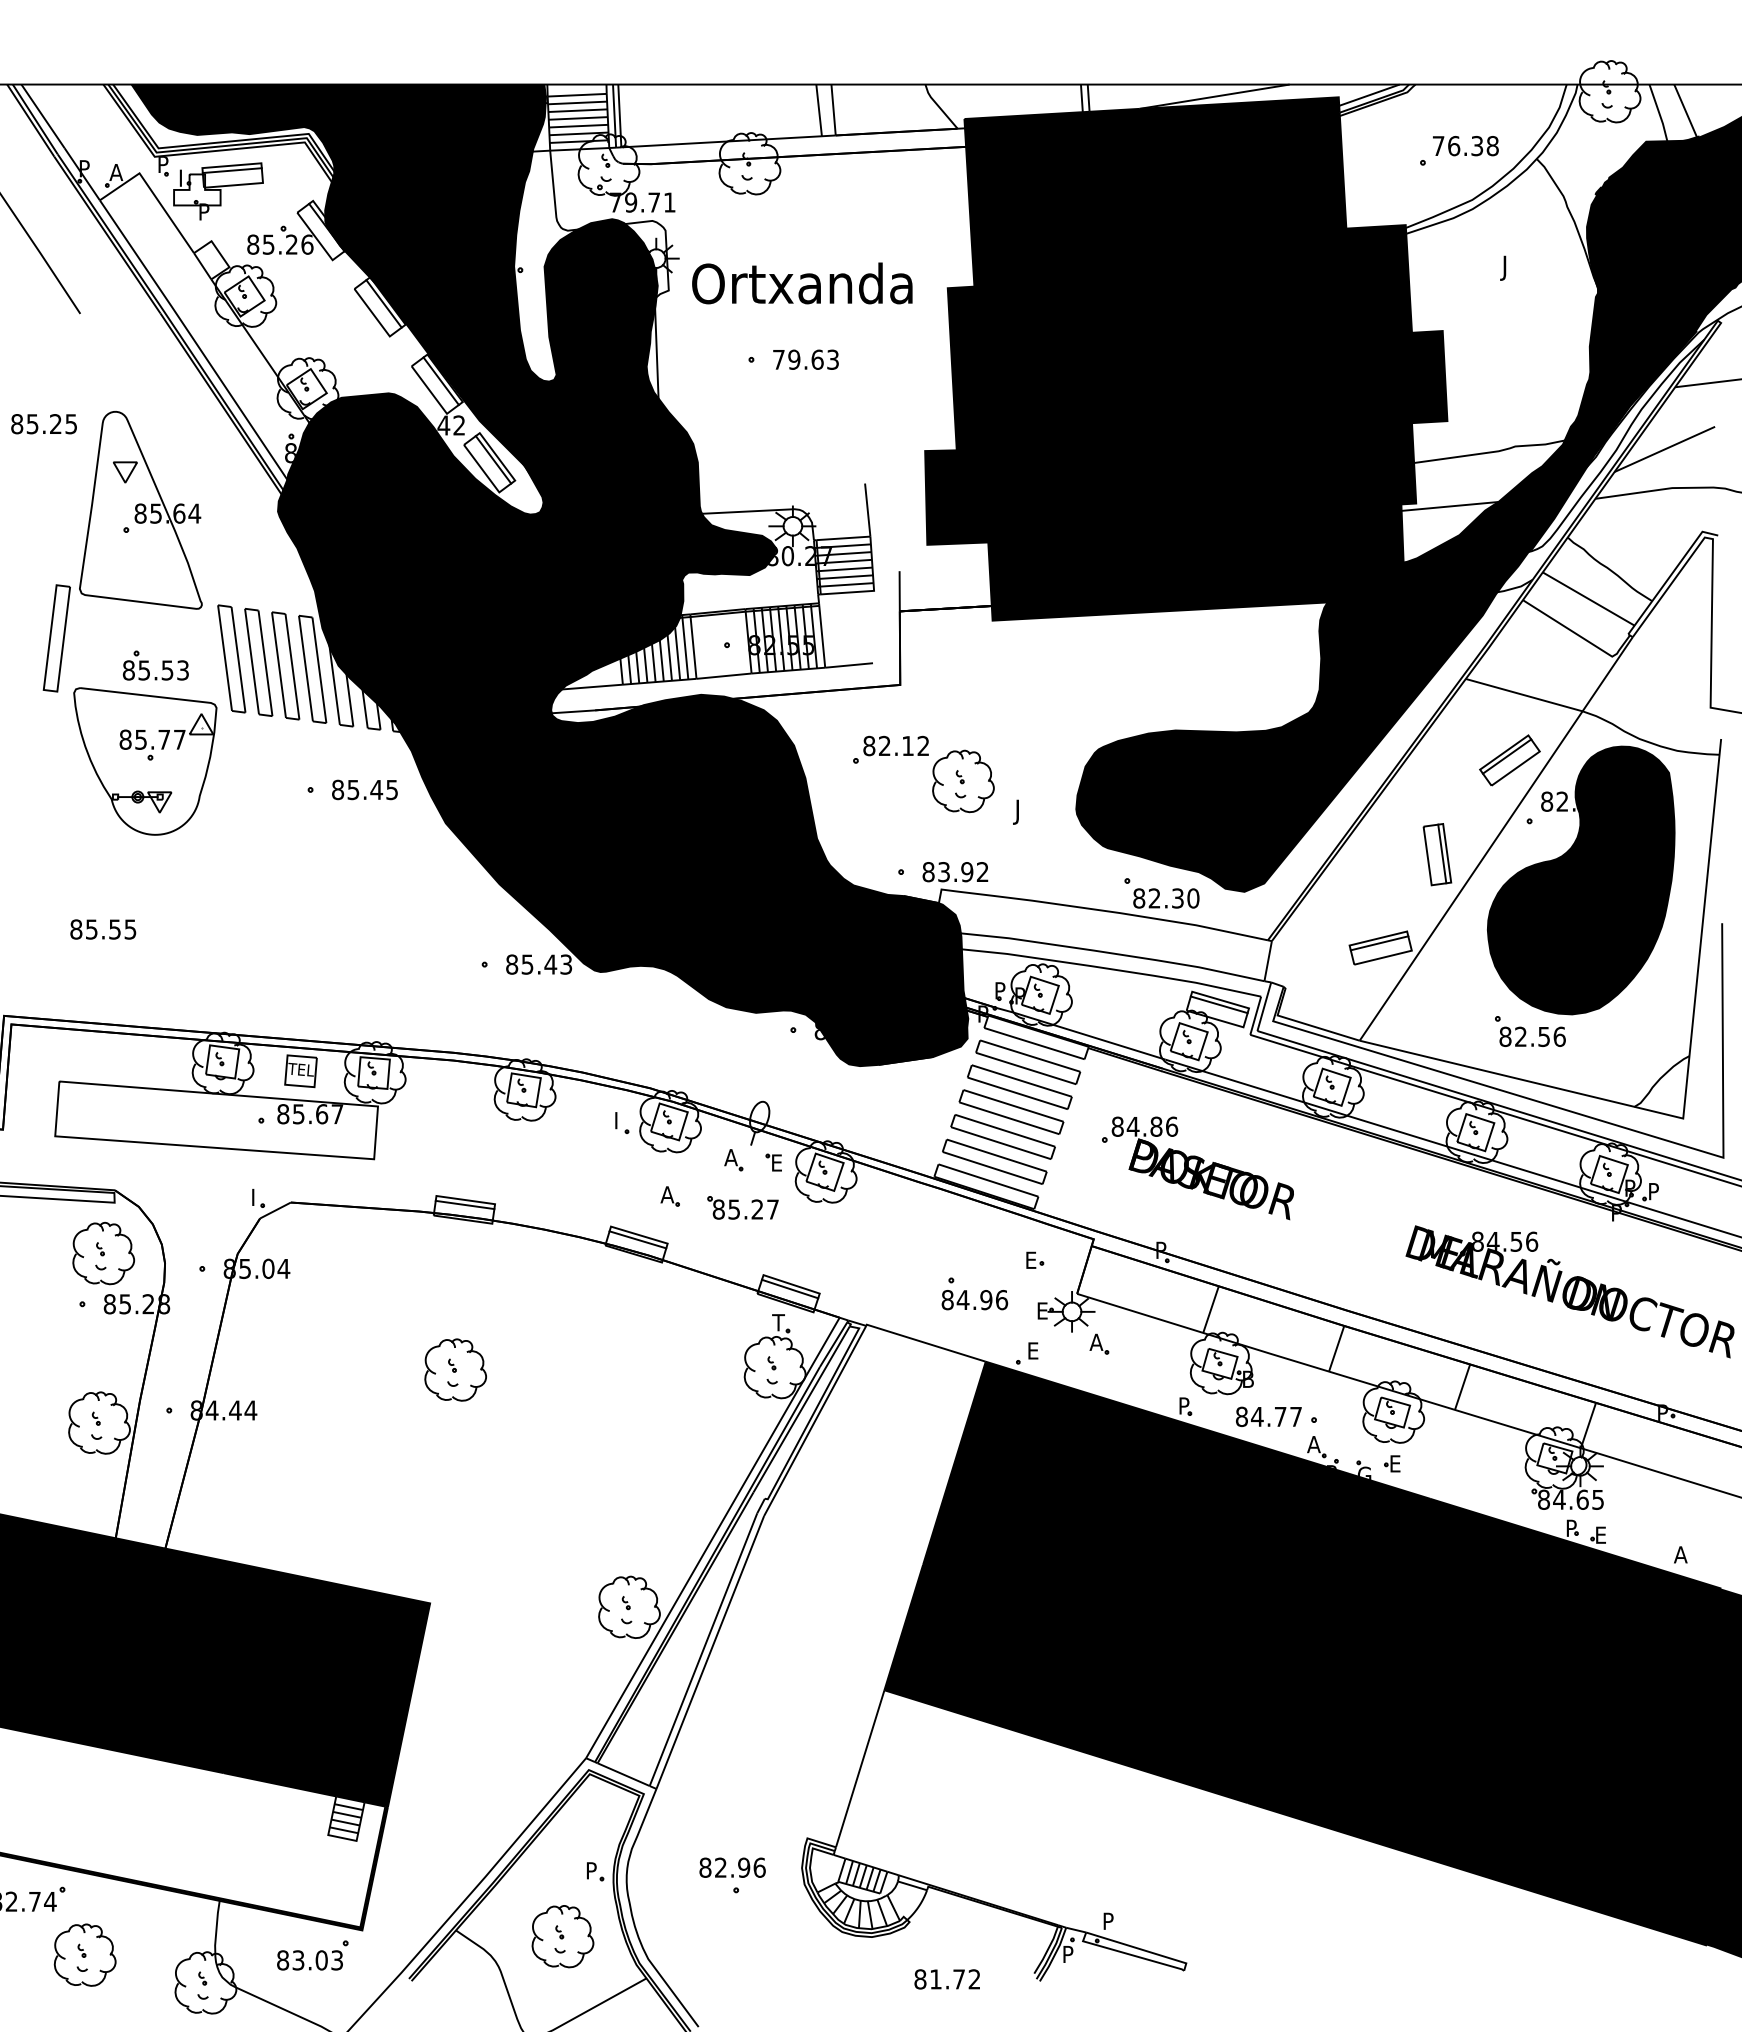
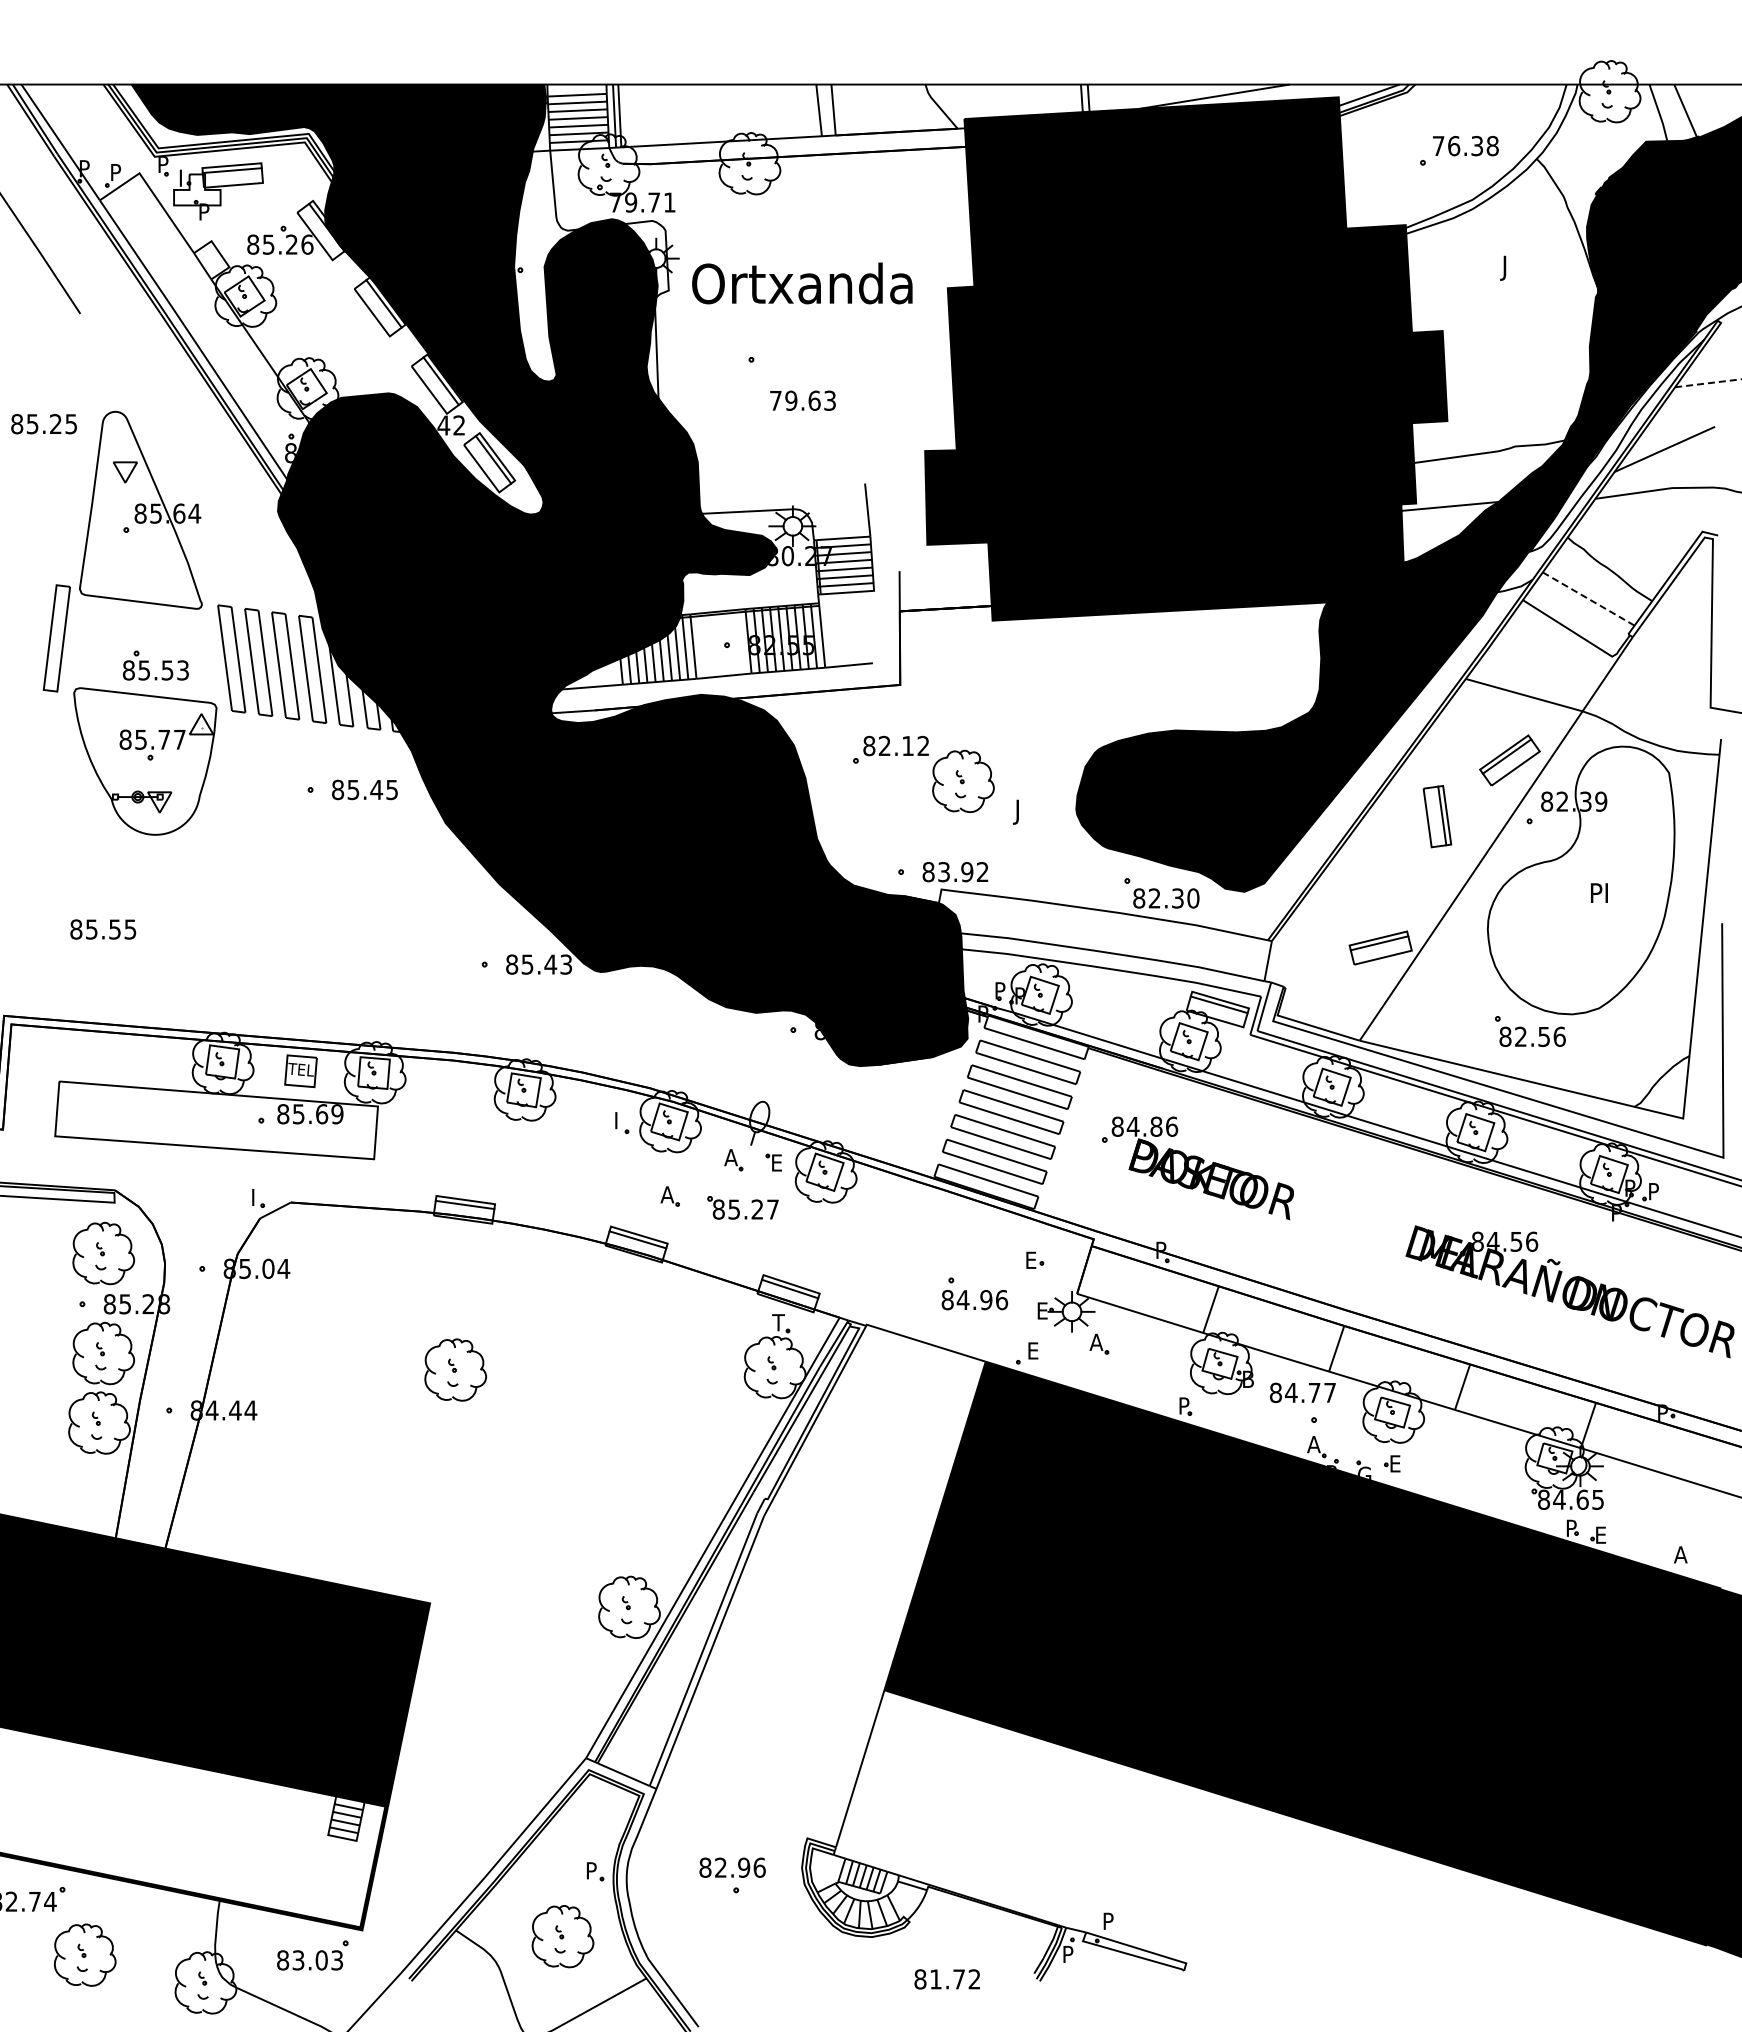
text at (116, 172): A -> P
text at (805, 359) position: (805, 359) -> (802, 400)
line at (1708, 383): solid -> dashed
line at (1589, 599): solid -> dashed
part at (1437, 854) position: (1437, 854) -> (1437, 816)
fill at (1580, 880): present -> none
text at (337, 1114): 85.67 -> 85.69
part at (103, 1353): none -> present
text at (1268, 1416) position: (1268, 1416) -> (1302, 1392)
